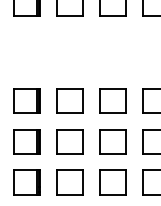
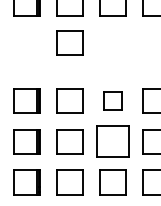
part at (69, 42): none -> present
part at (112, 100) size: 28x26 px -> 20x20 px
part at (112, 141) size: 28x26 px -> 34x33 px
